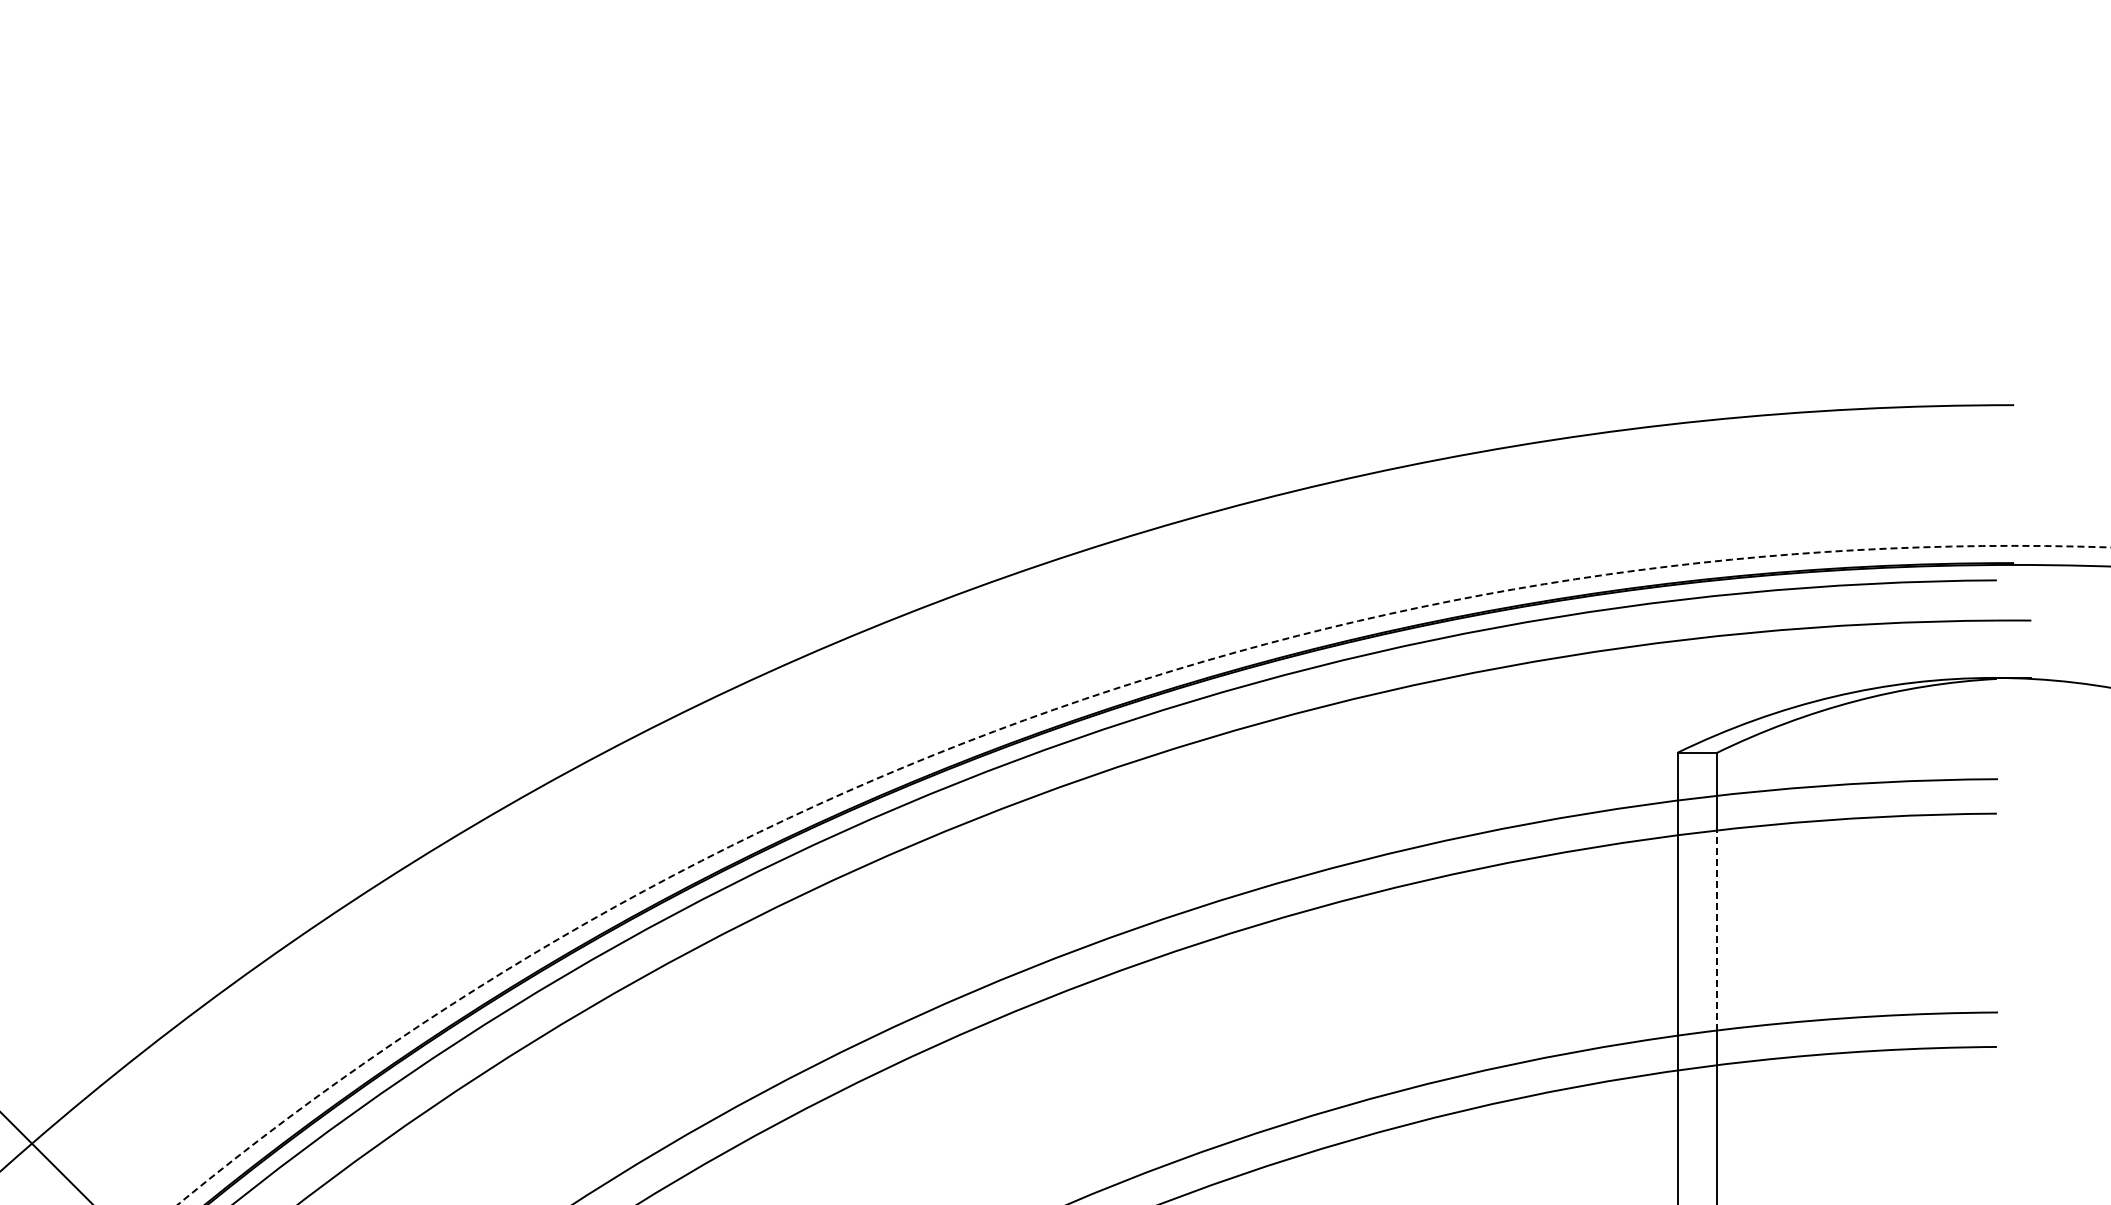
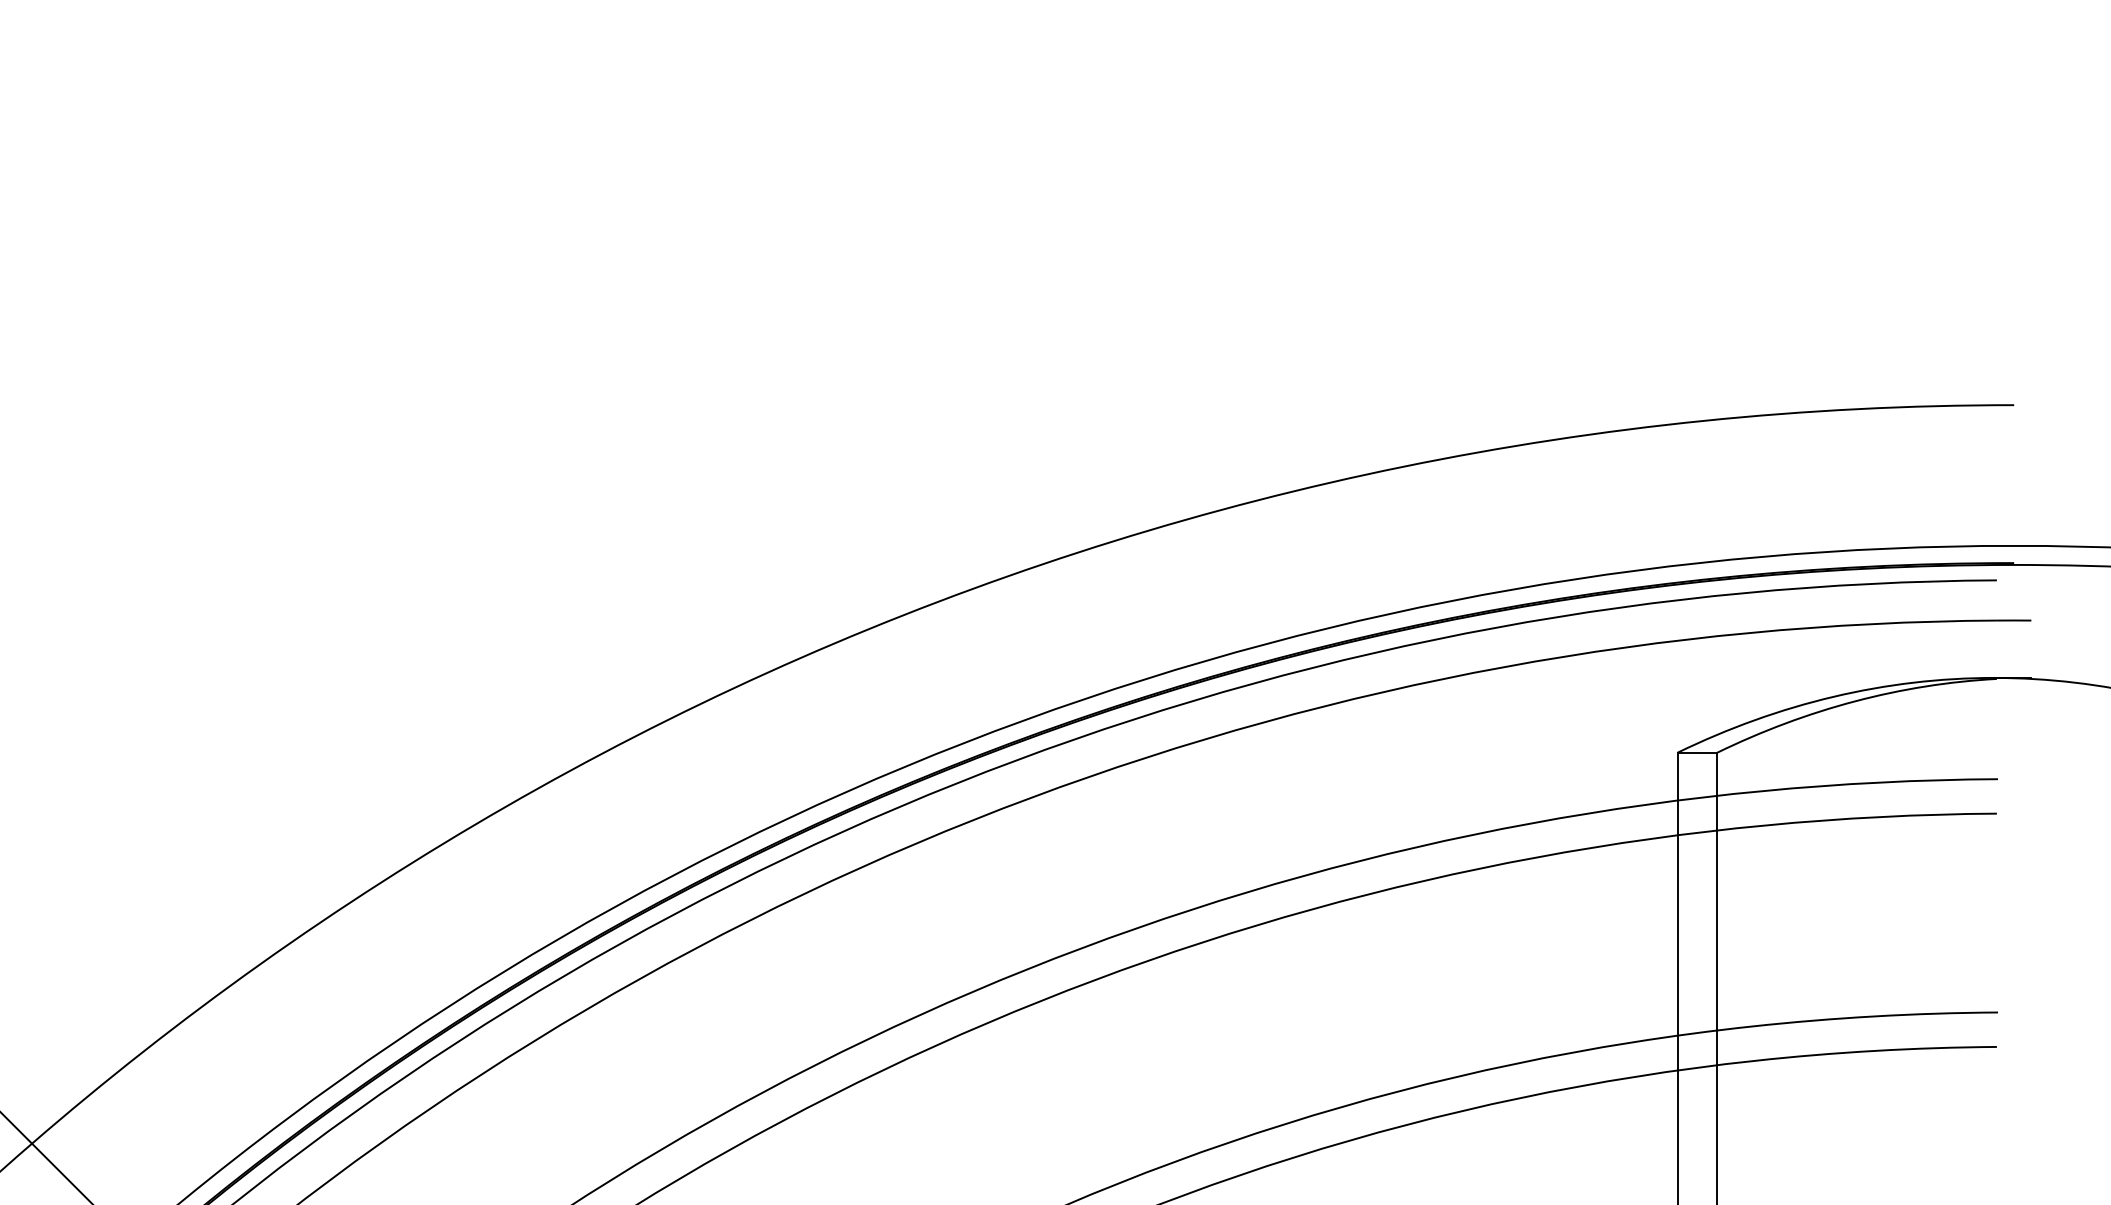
arc at (1084, 699): dashed -> solid
line at (1717, 930): dashed -> solid
